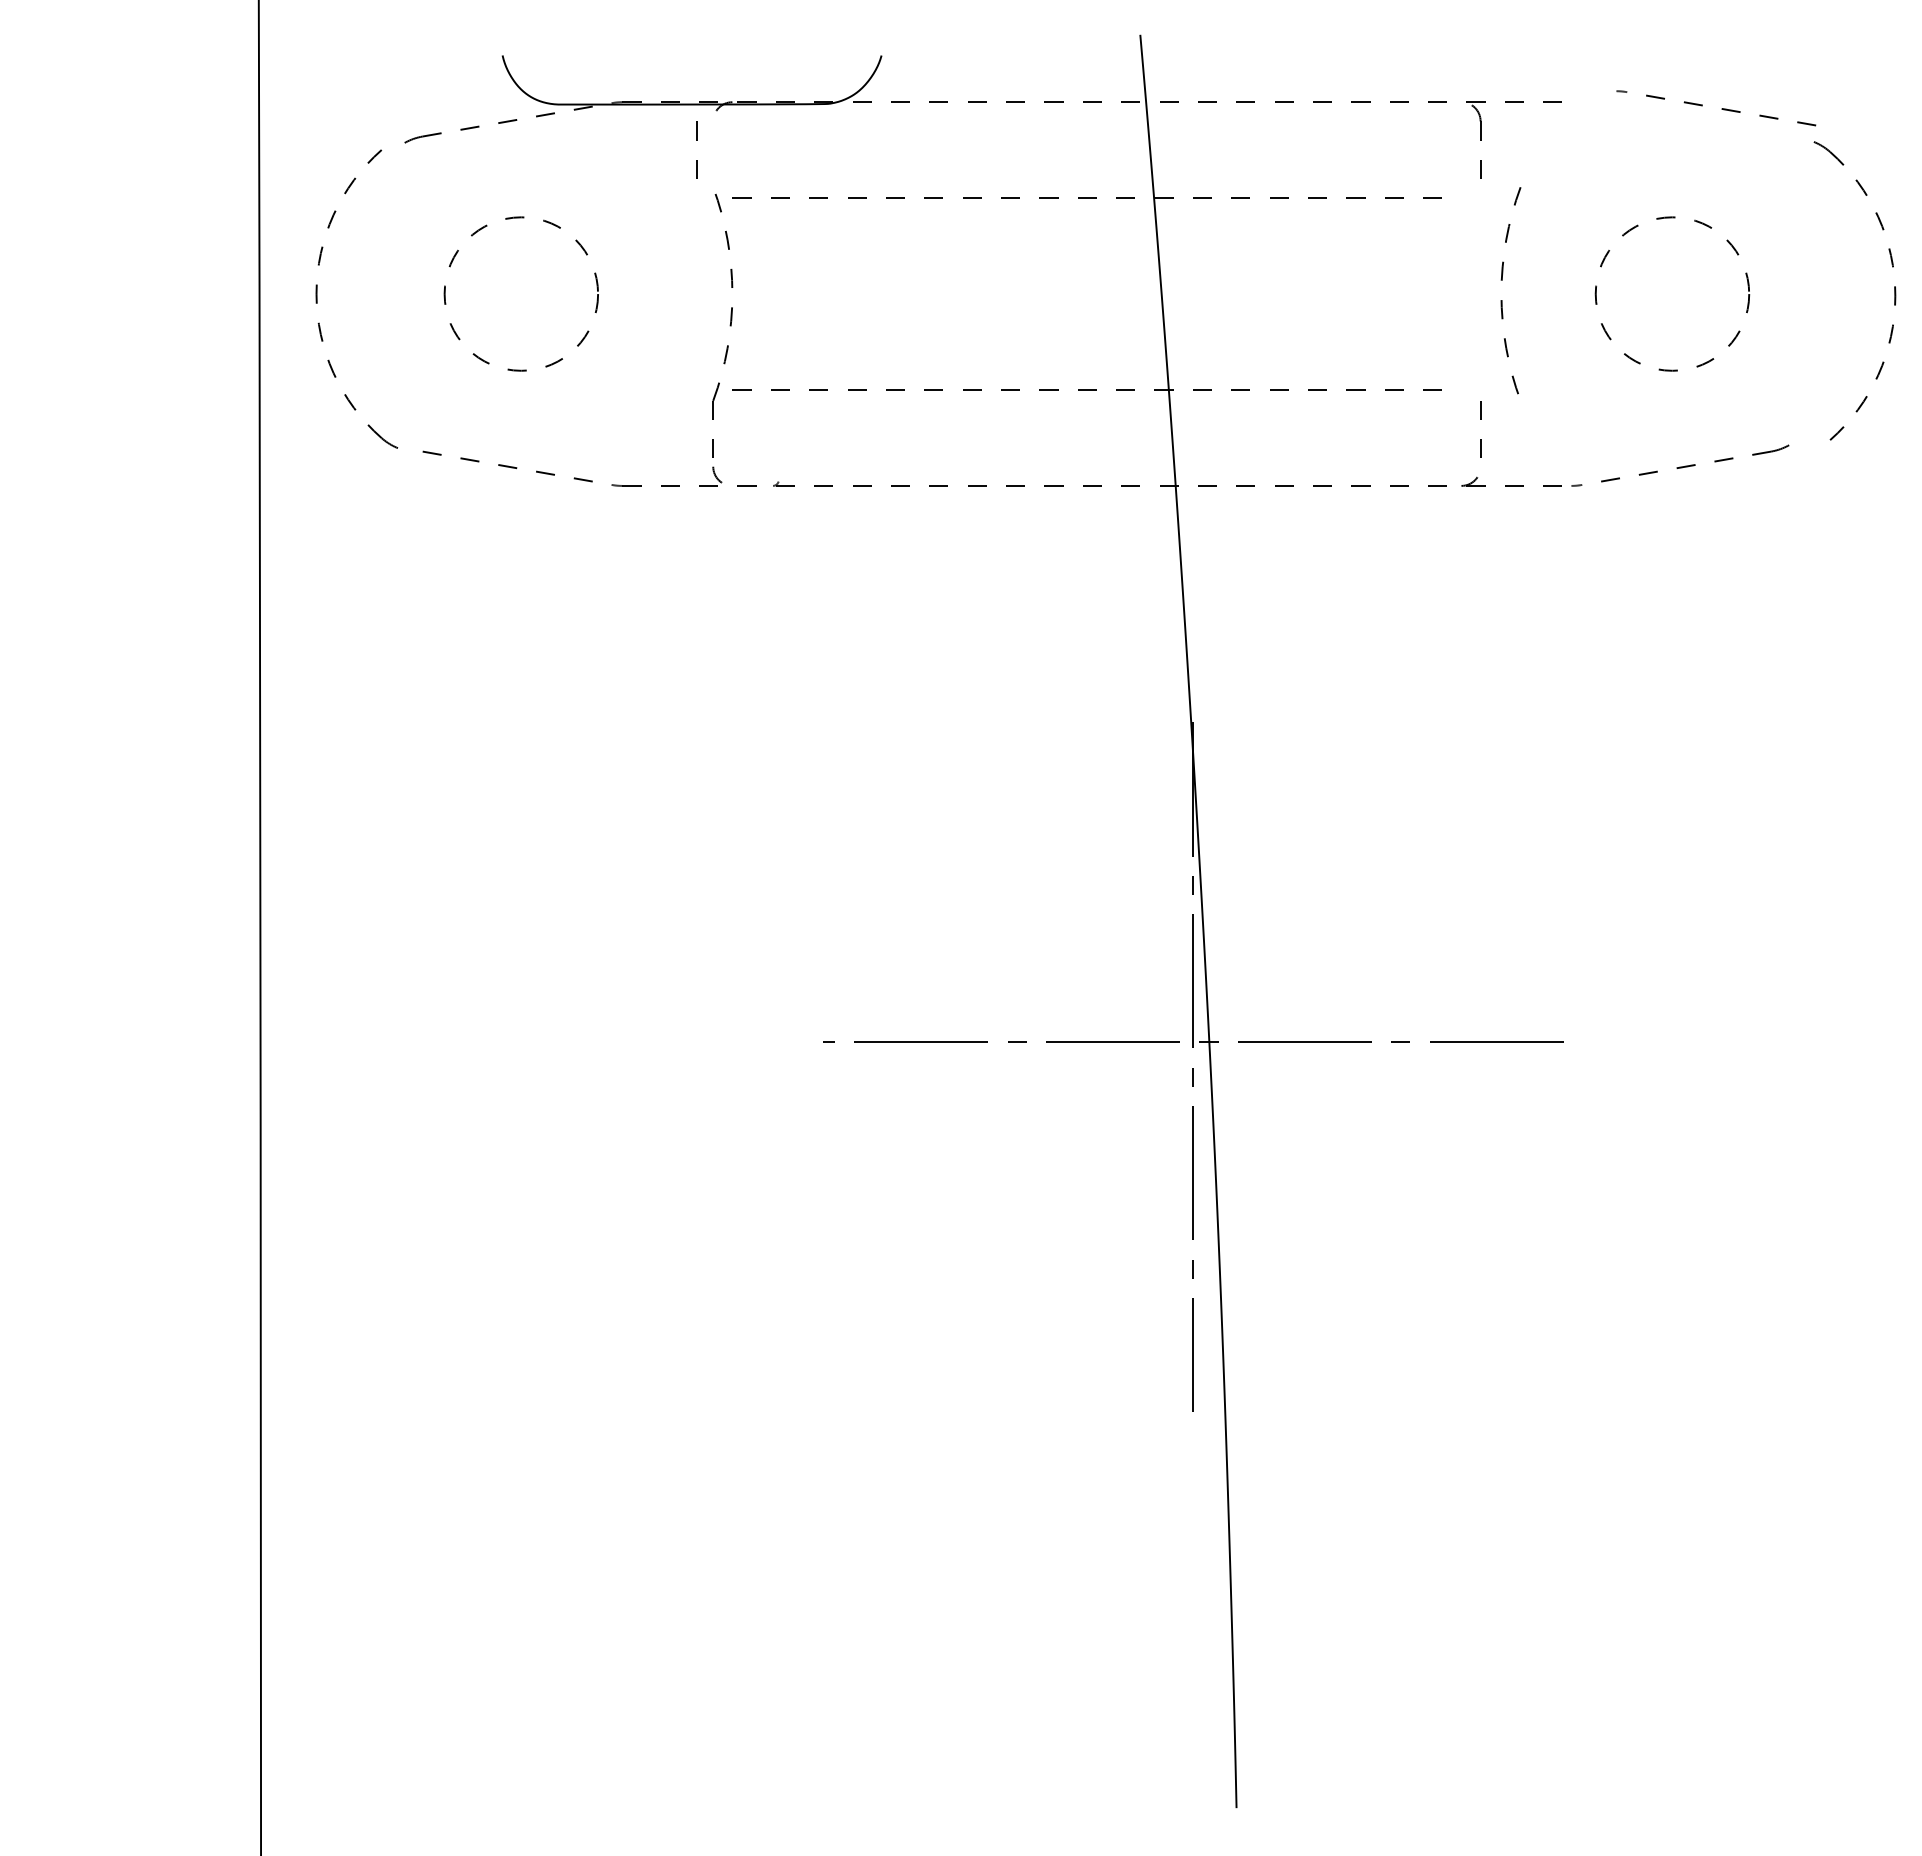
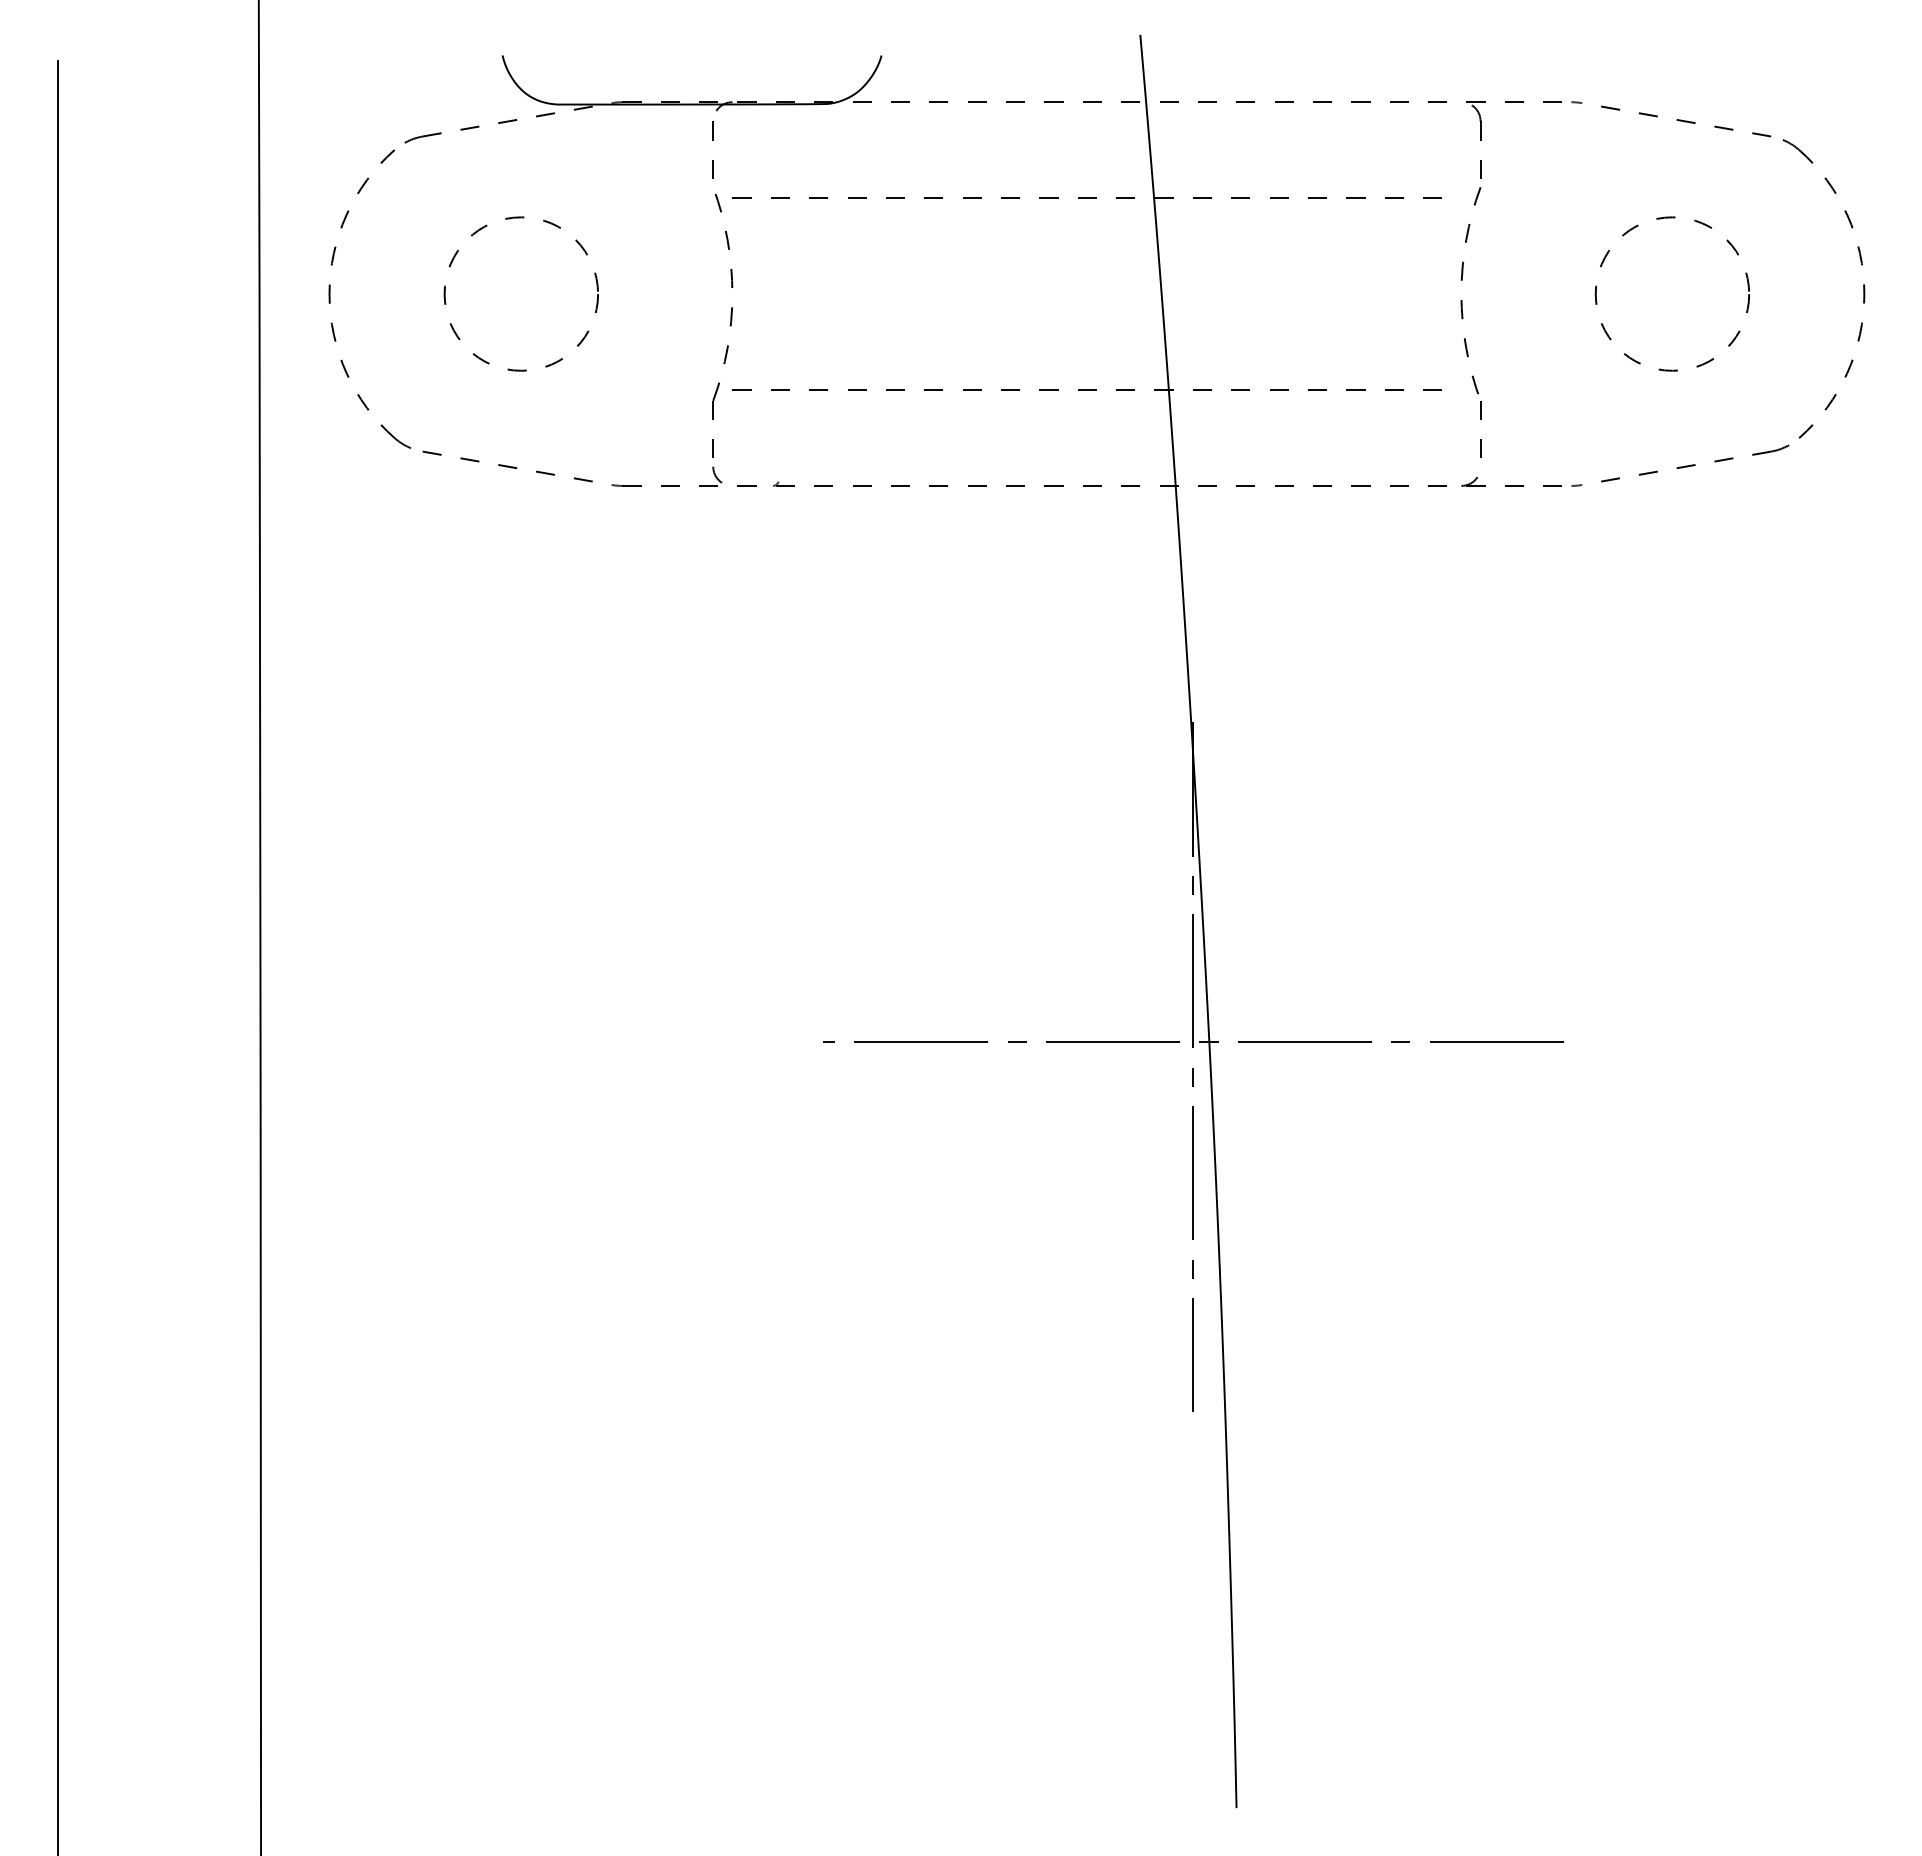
part at (1716, 108) position: (1716, 108) -> (1671, 119)
line at (696, 140) position: (696, 140) -> (712, 140)
arc at (1502, 280) position: (1502, 280) -> (1462, 280)
part at (1894, 290) position: (1894, 290) -> (1863, 288)
part at (317, 298) position: (317, 298) -> (330, 298)
line at (57, 956): none -> present
